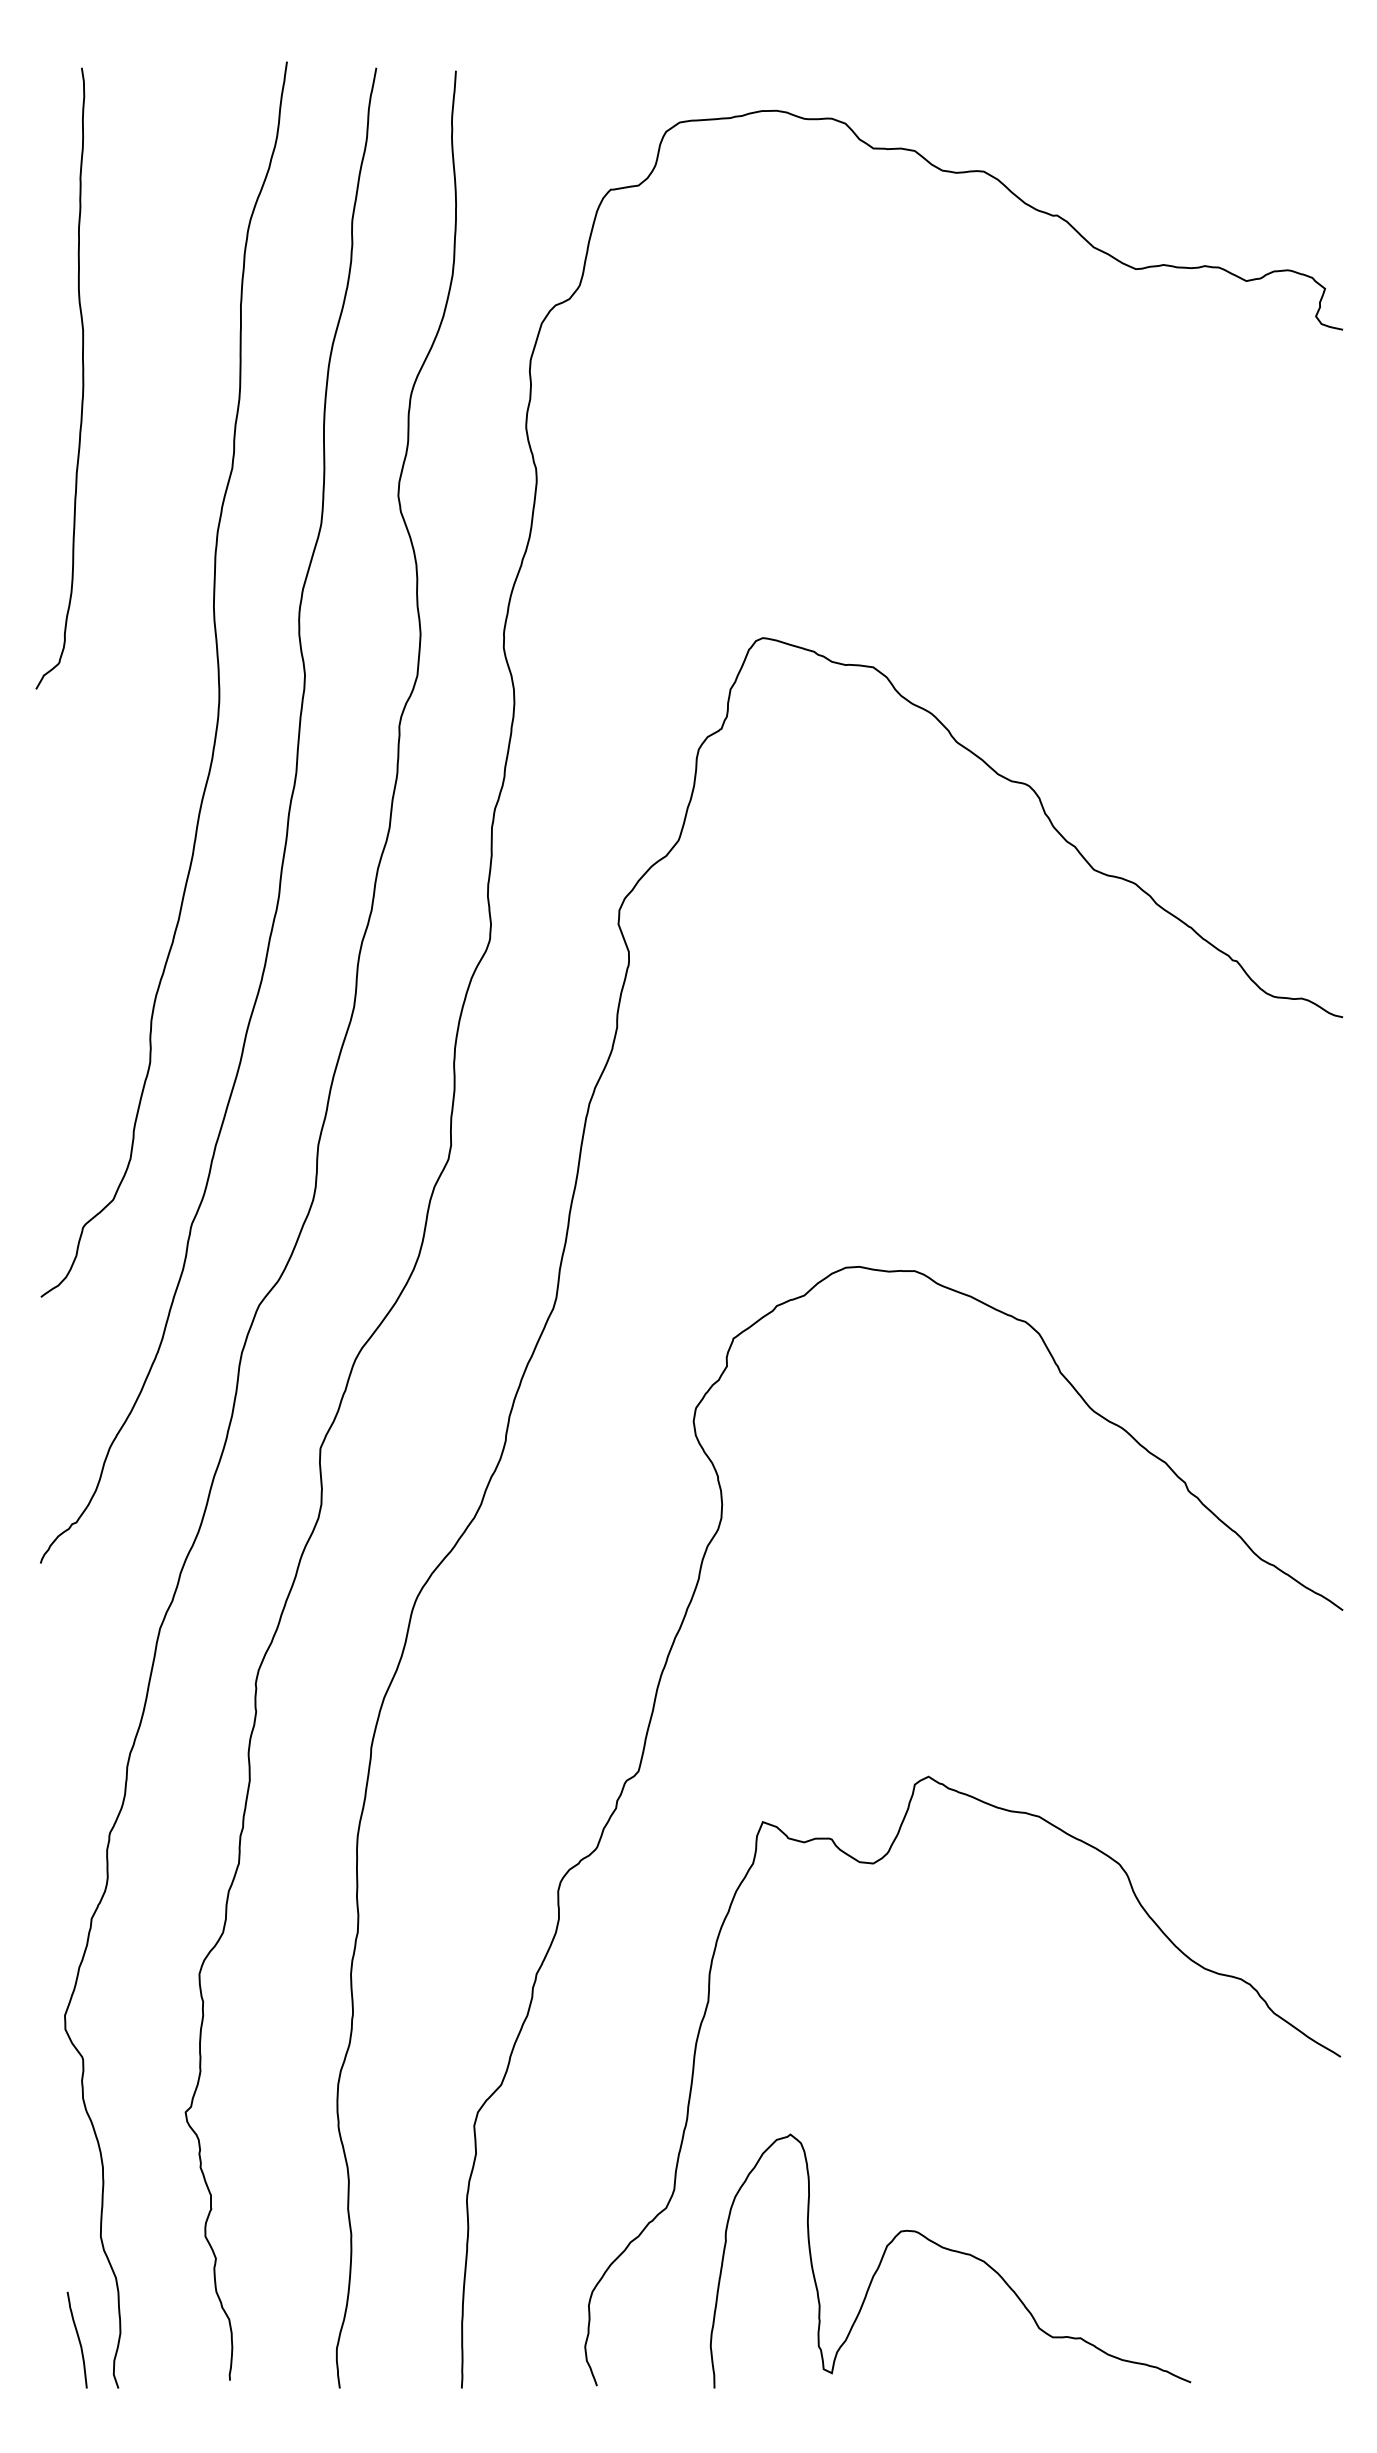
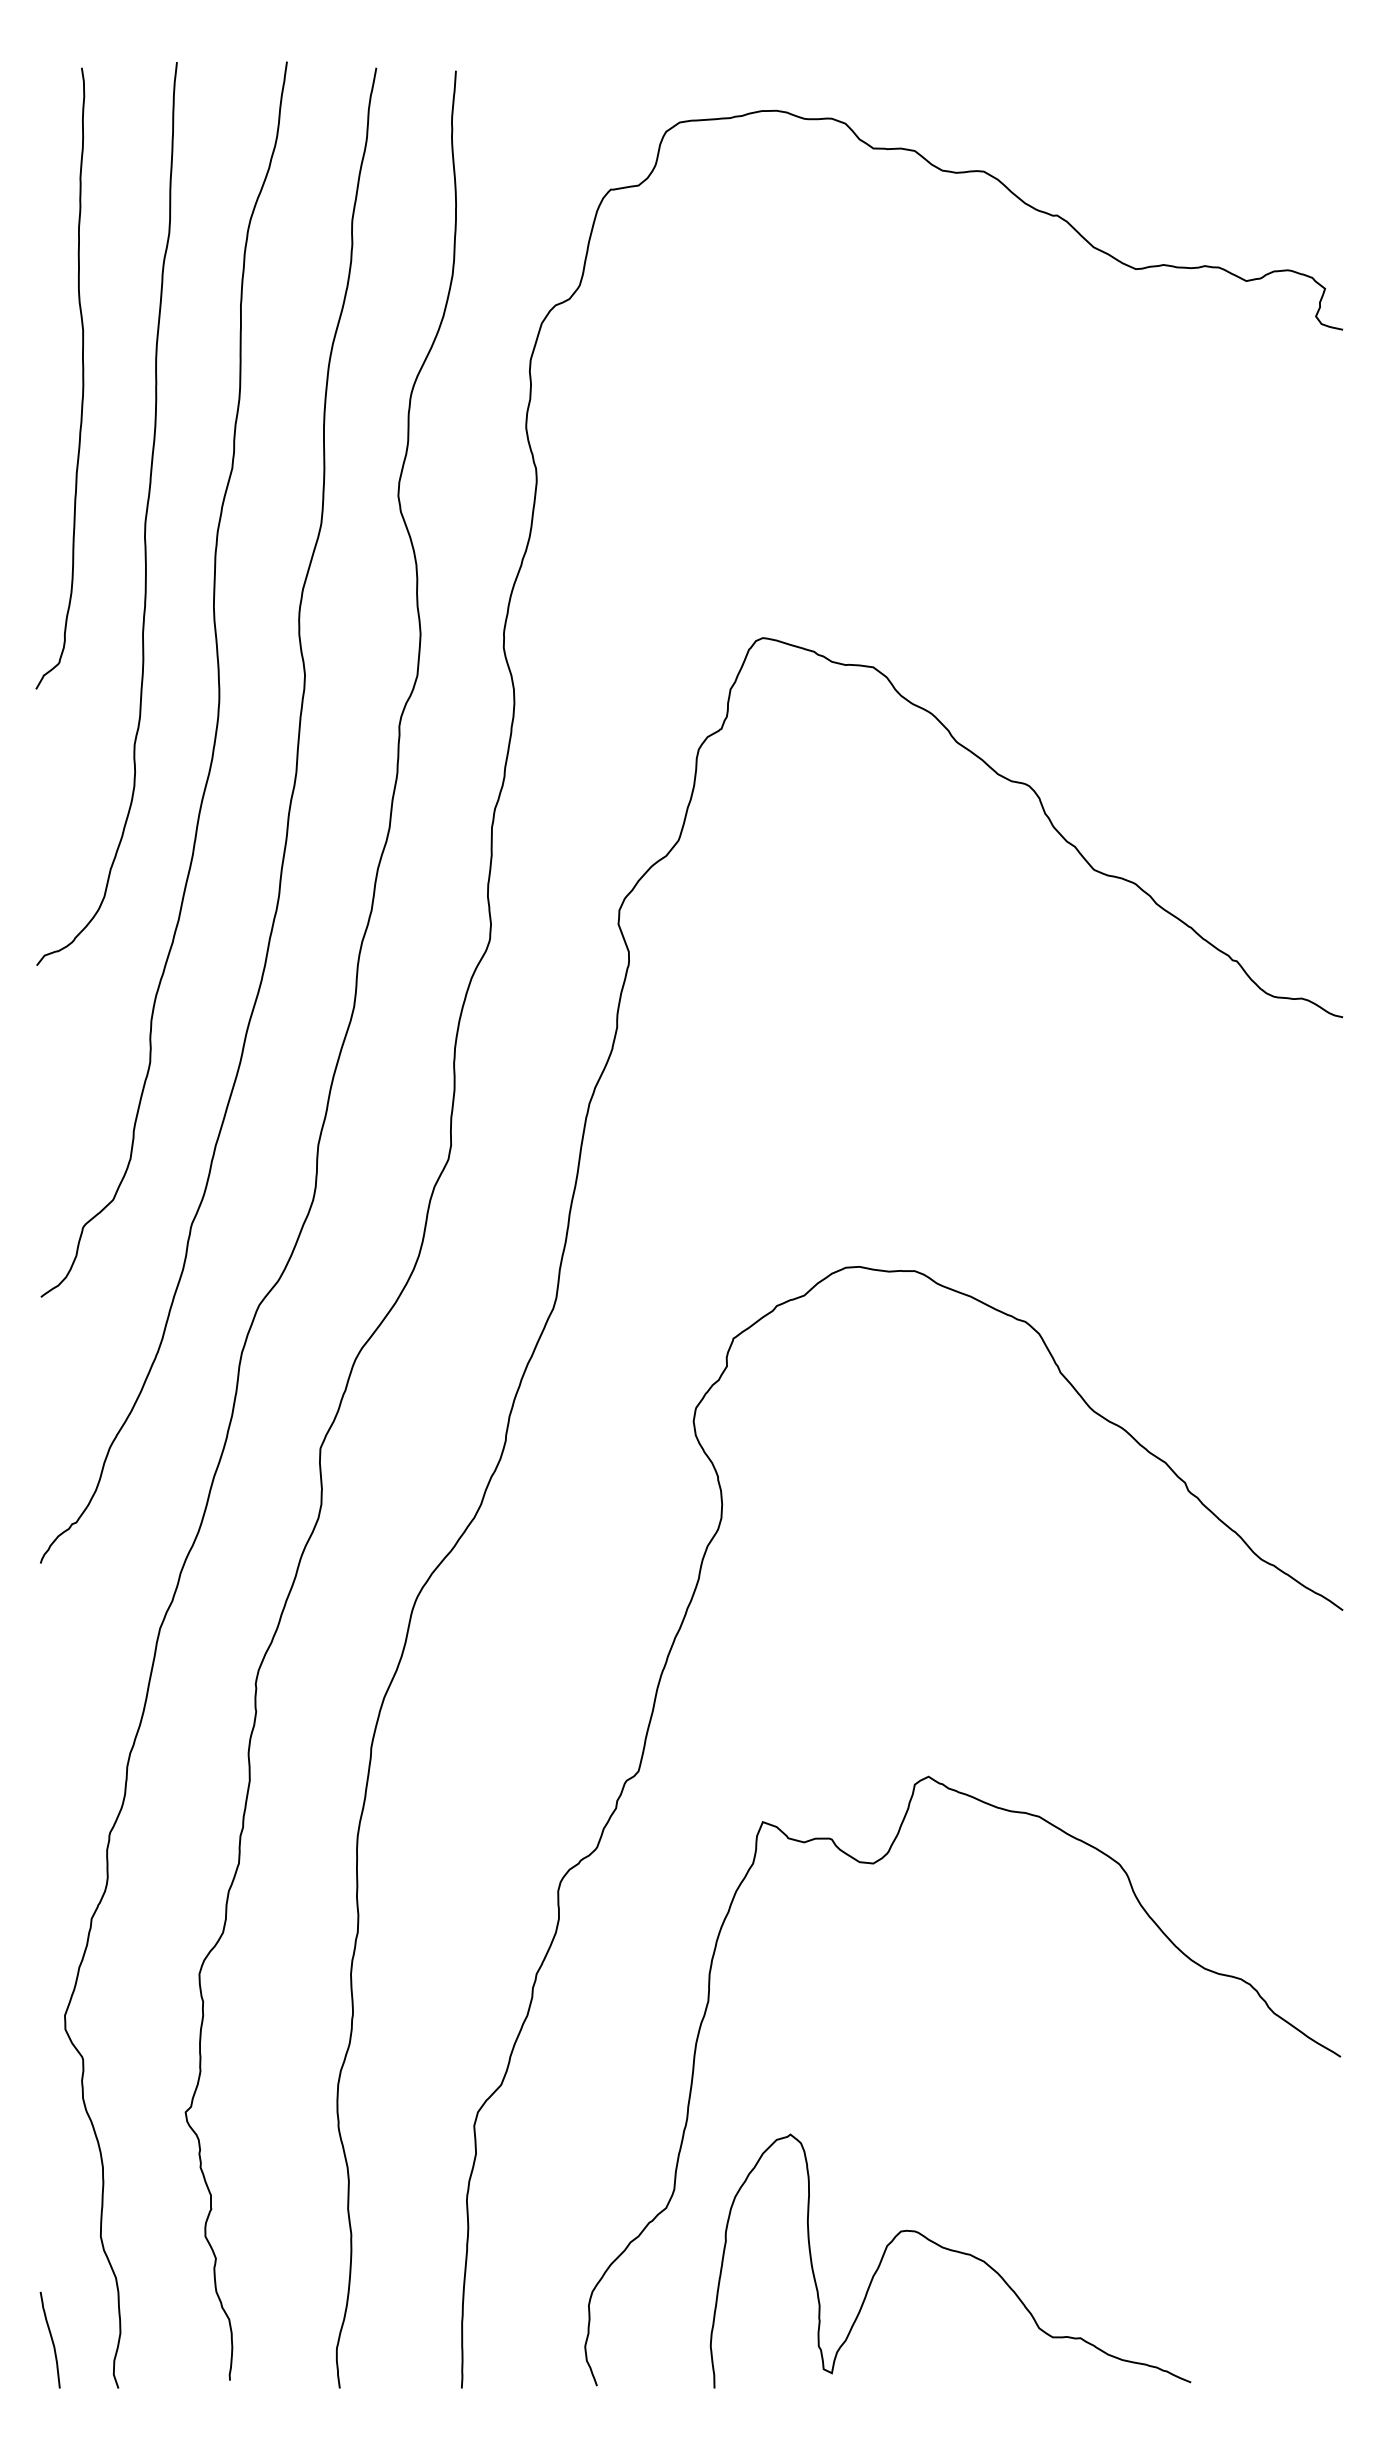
curve at (144, 519): none -> present
curve at (78, 2339) position: (78, 2339) -> (51, 2339)
